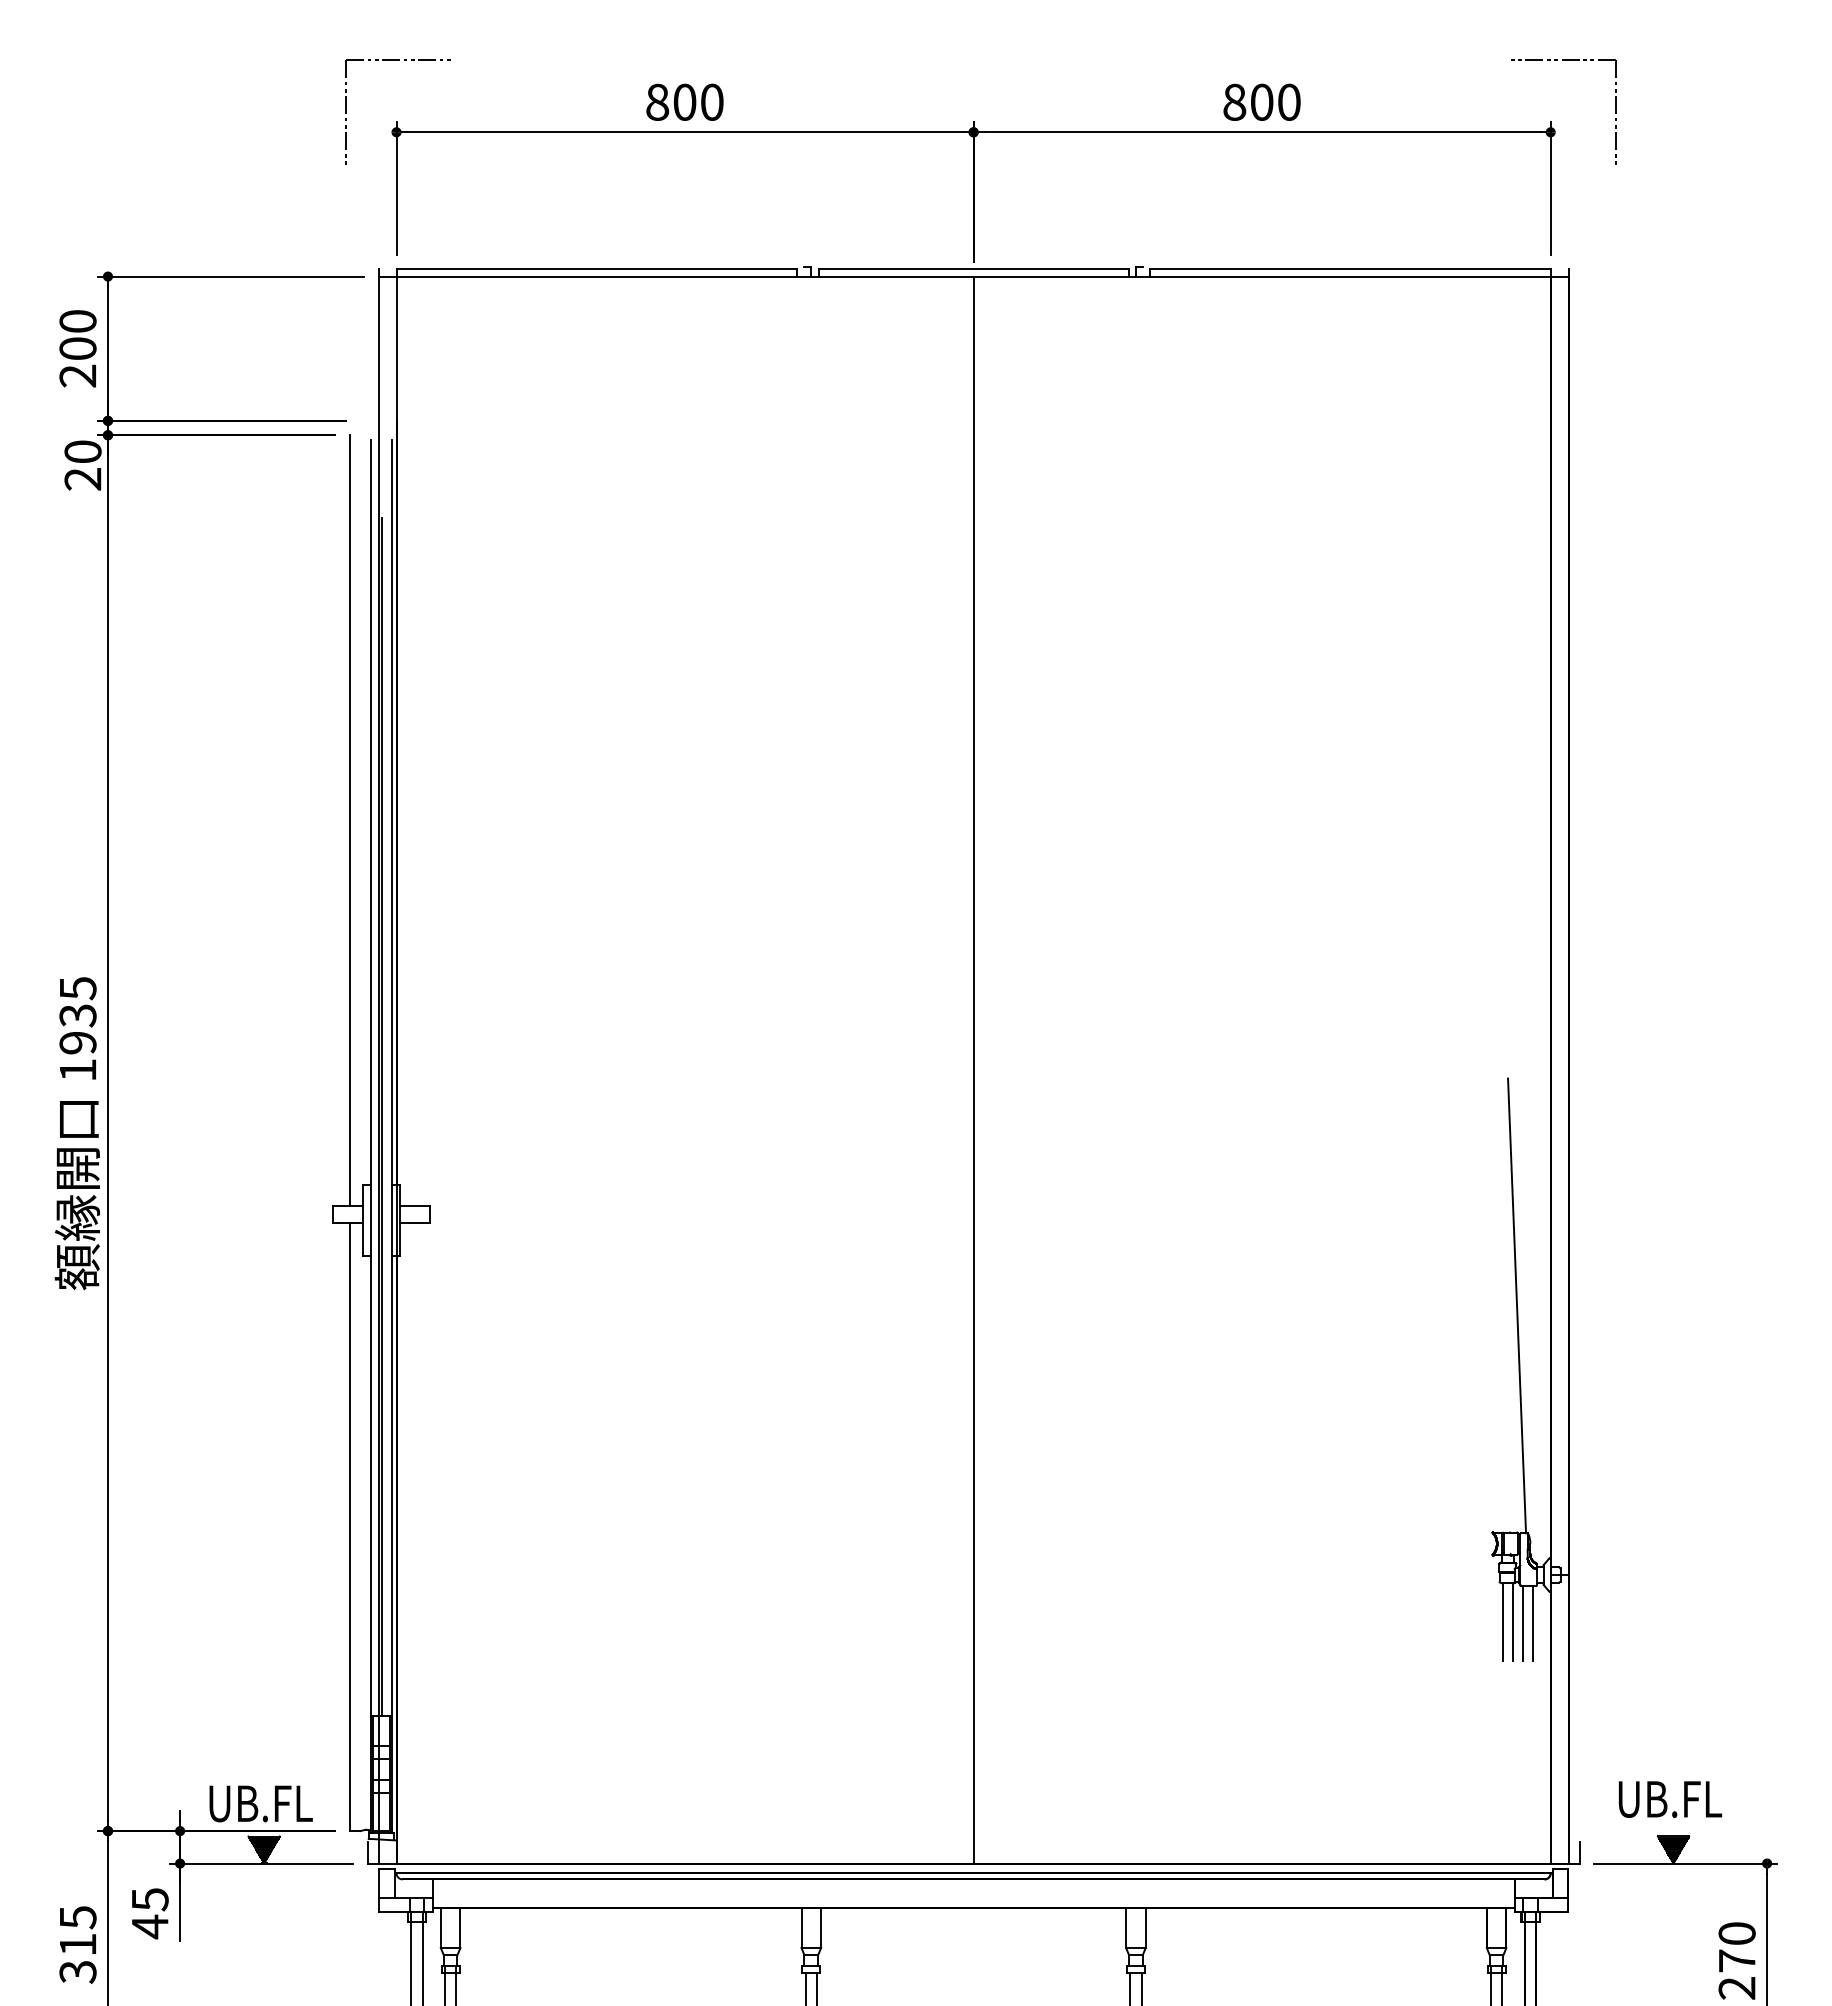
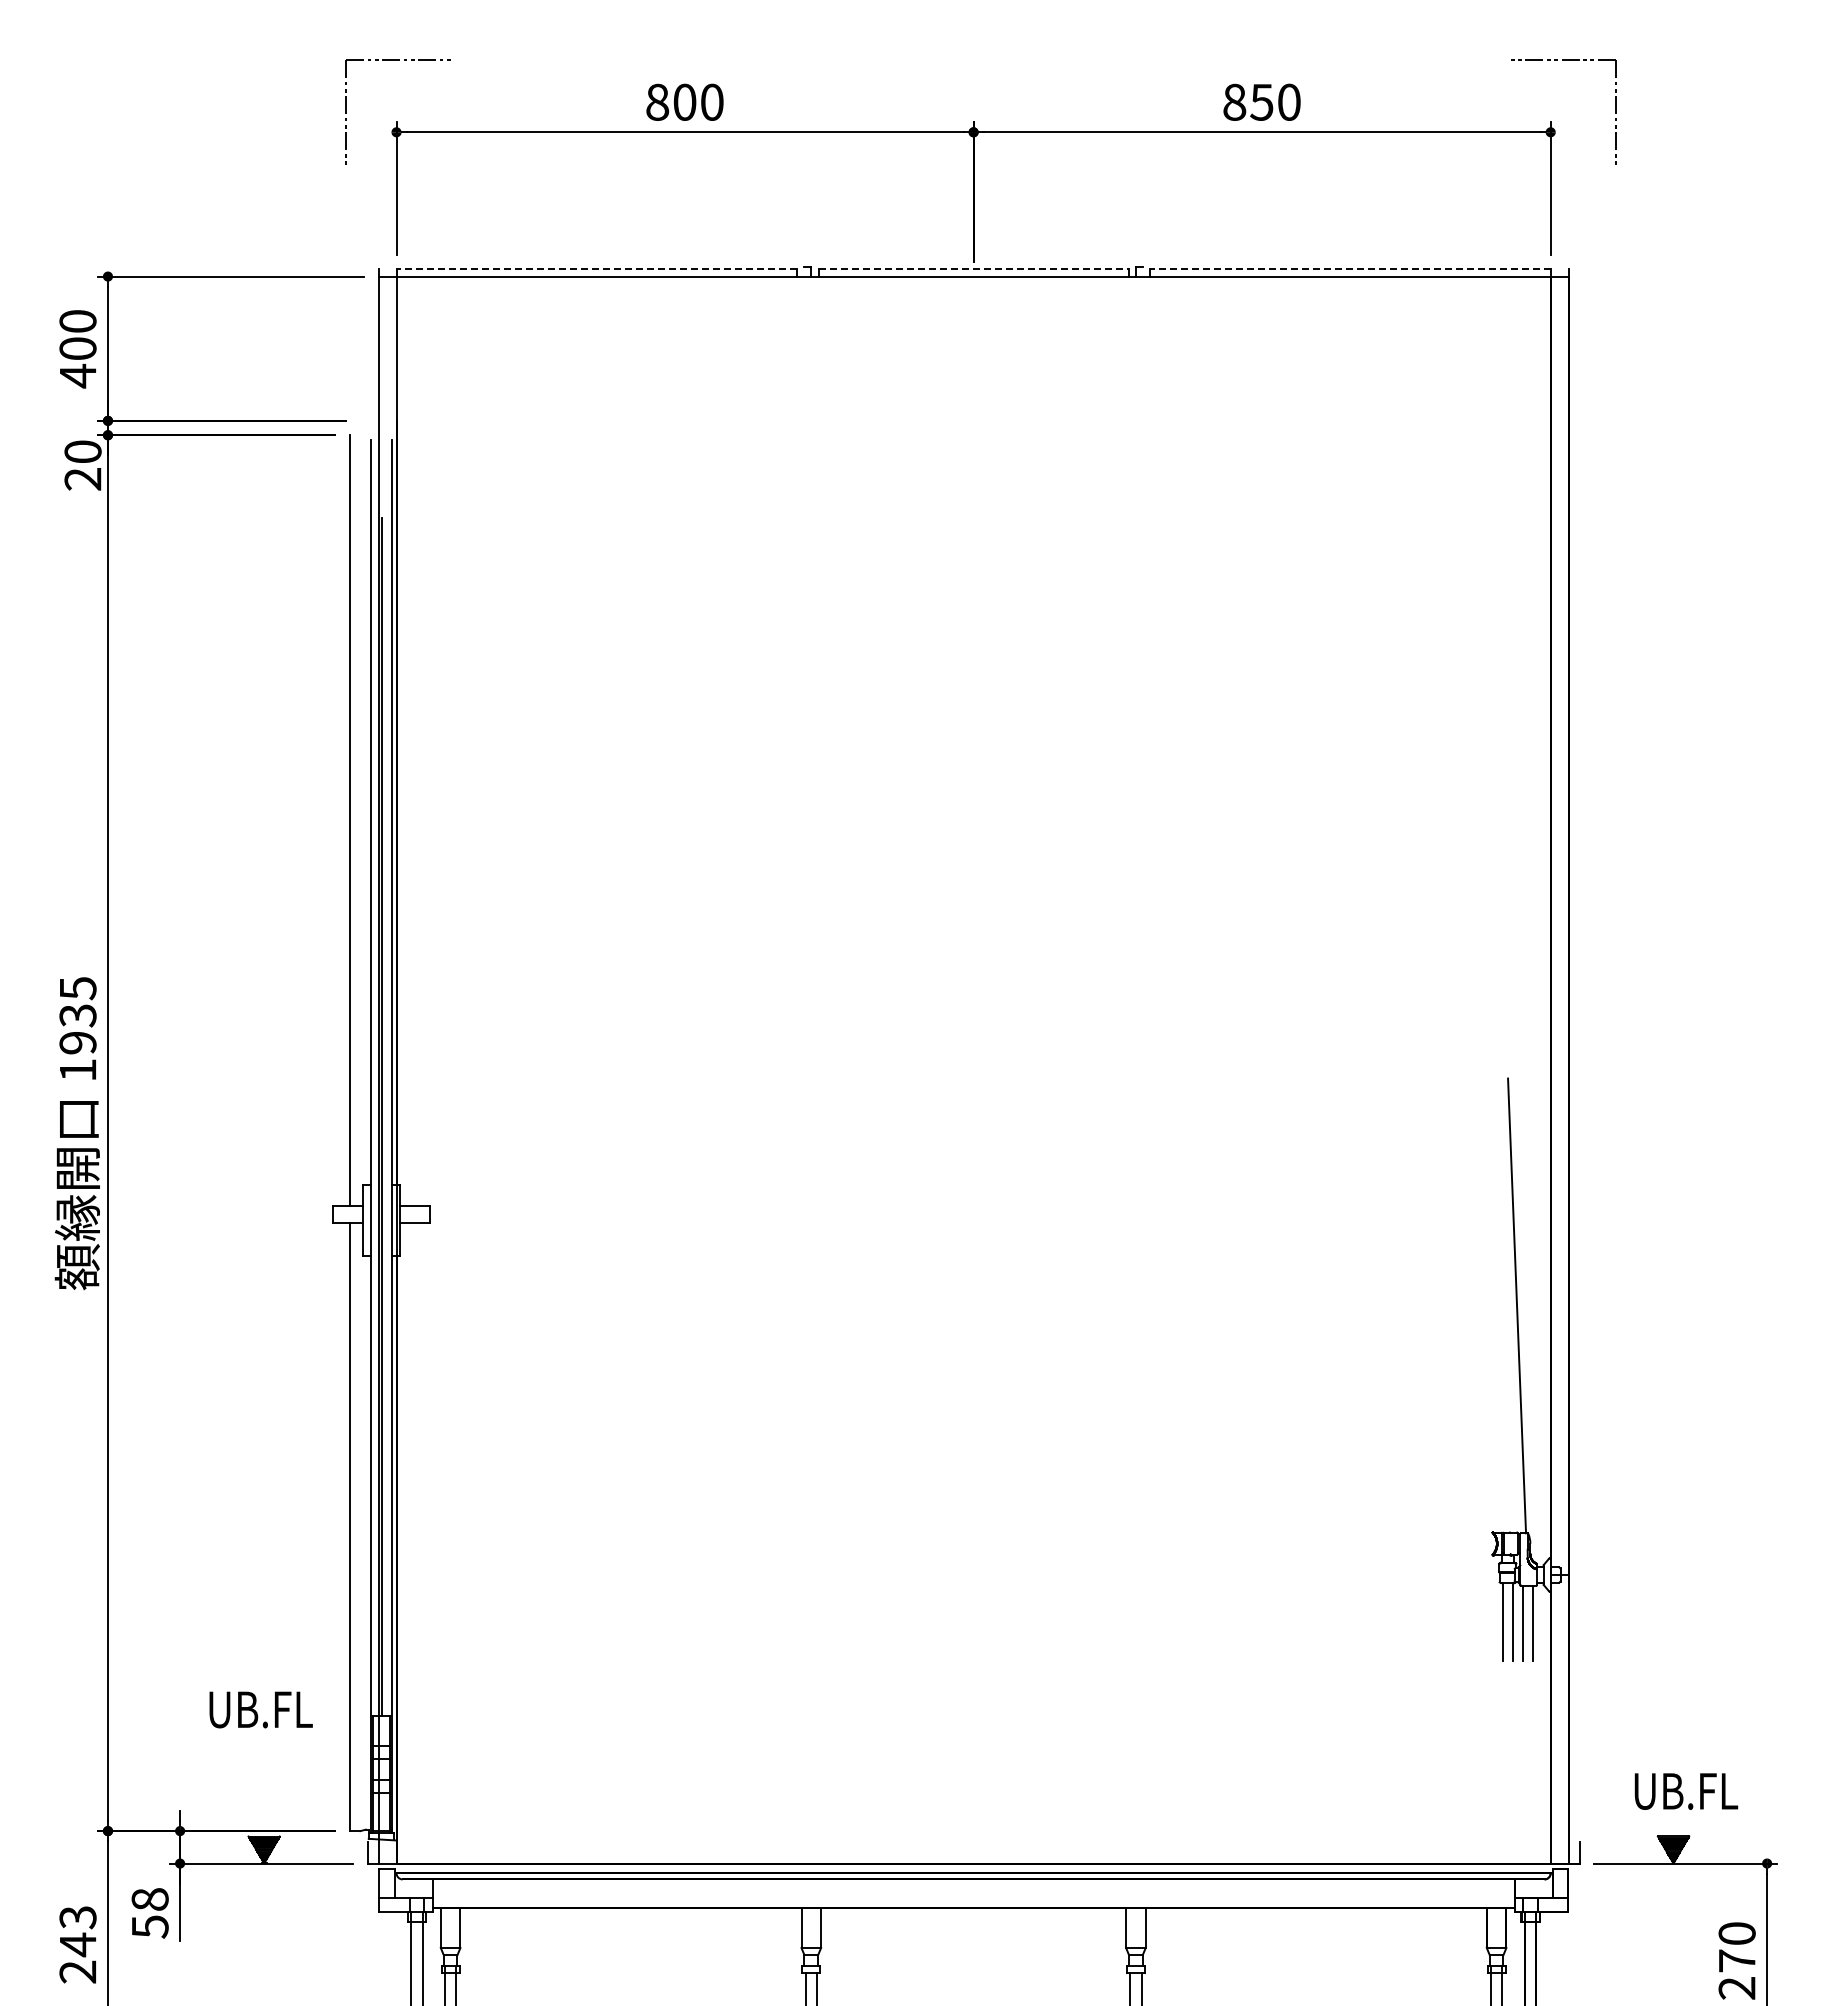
text at (1261, 101): 800 -> 850
line at (596, 269): solid -> dashed
line at (974, 269): solid -> dashed
line at (1350, 269): solid -> dashed
text at (77, 375): 200 -> 400
line at (973, 1069): present -> none
text at (1670, 1799) position: (1670, 1799) -> (1686, 1791)
text at (260, 1803) position: (260, 1803) -> (260, 1709)
text at (149, 1913): 45 -> 58
text at (77, 1944): 315 -> 243
